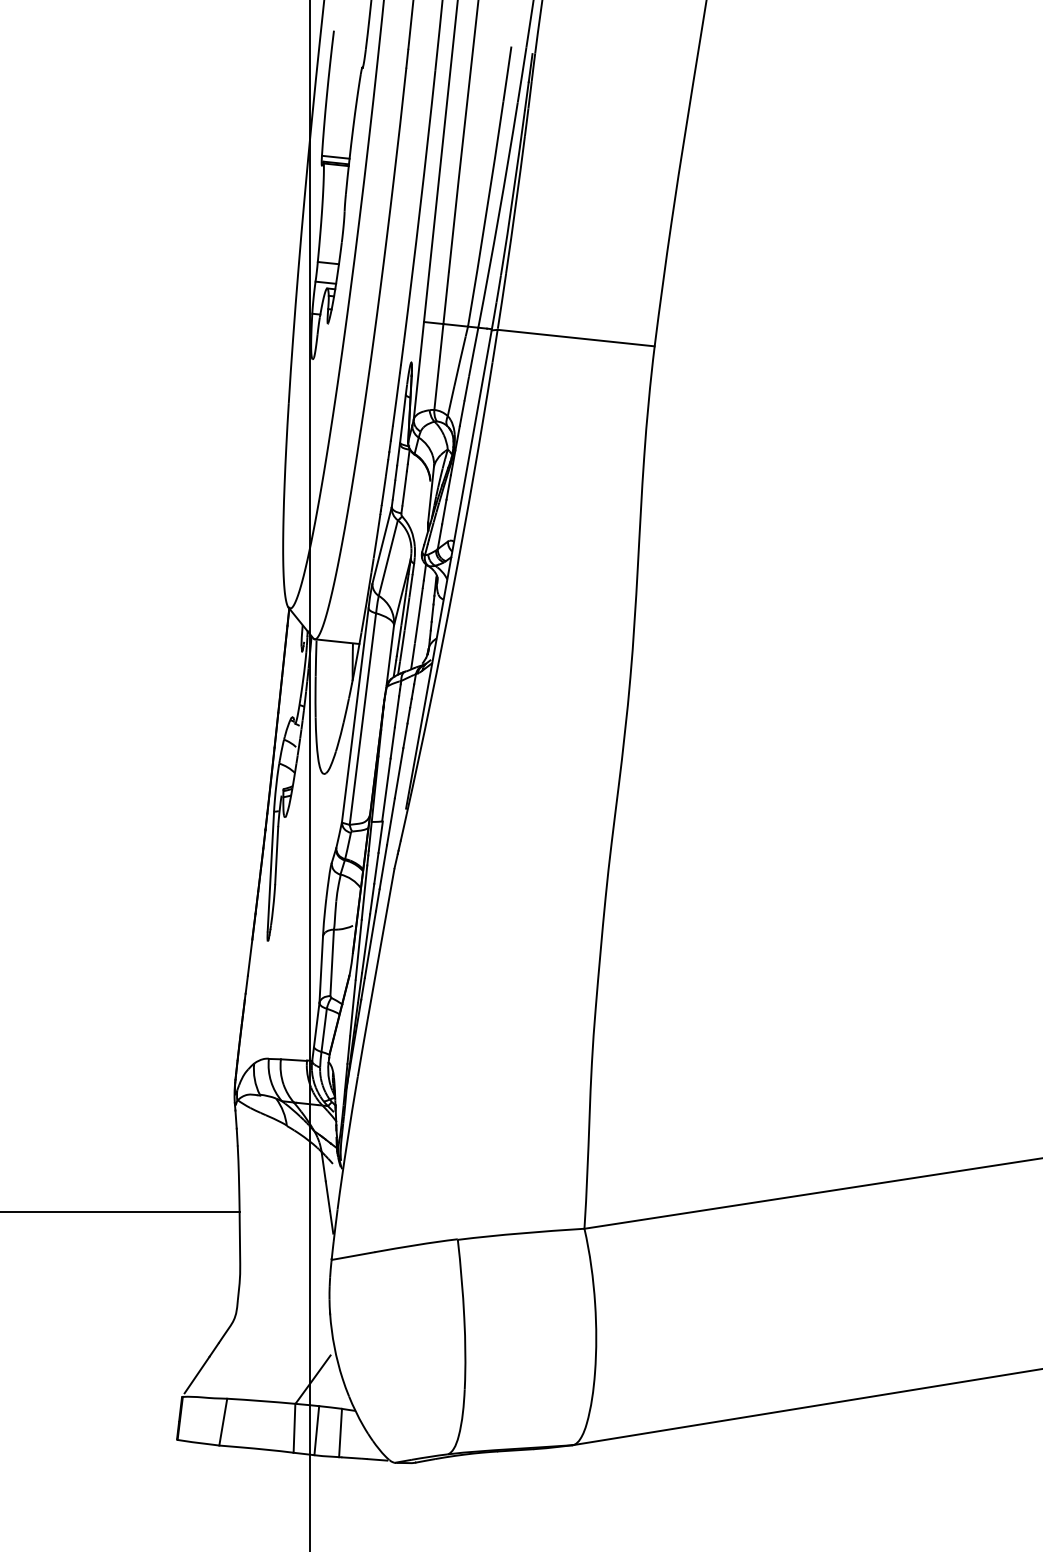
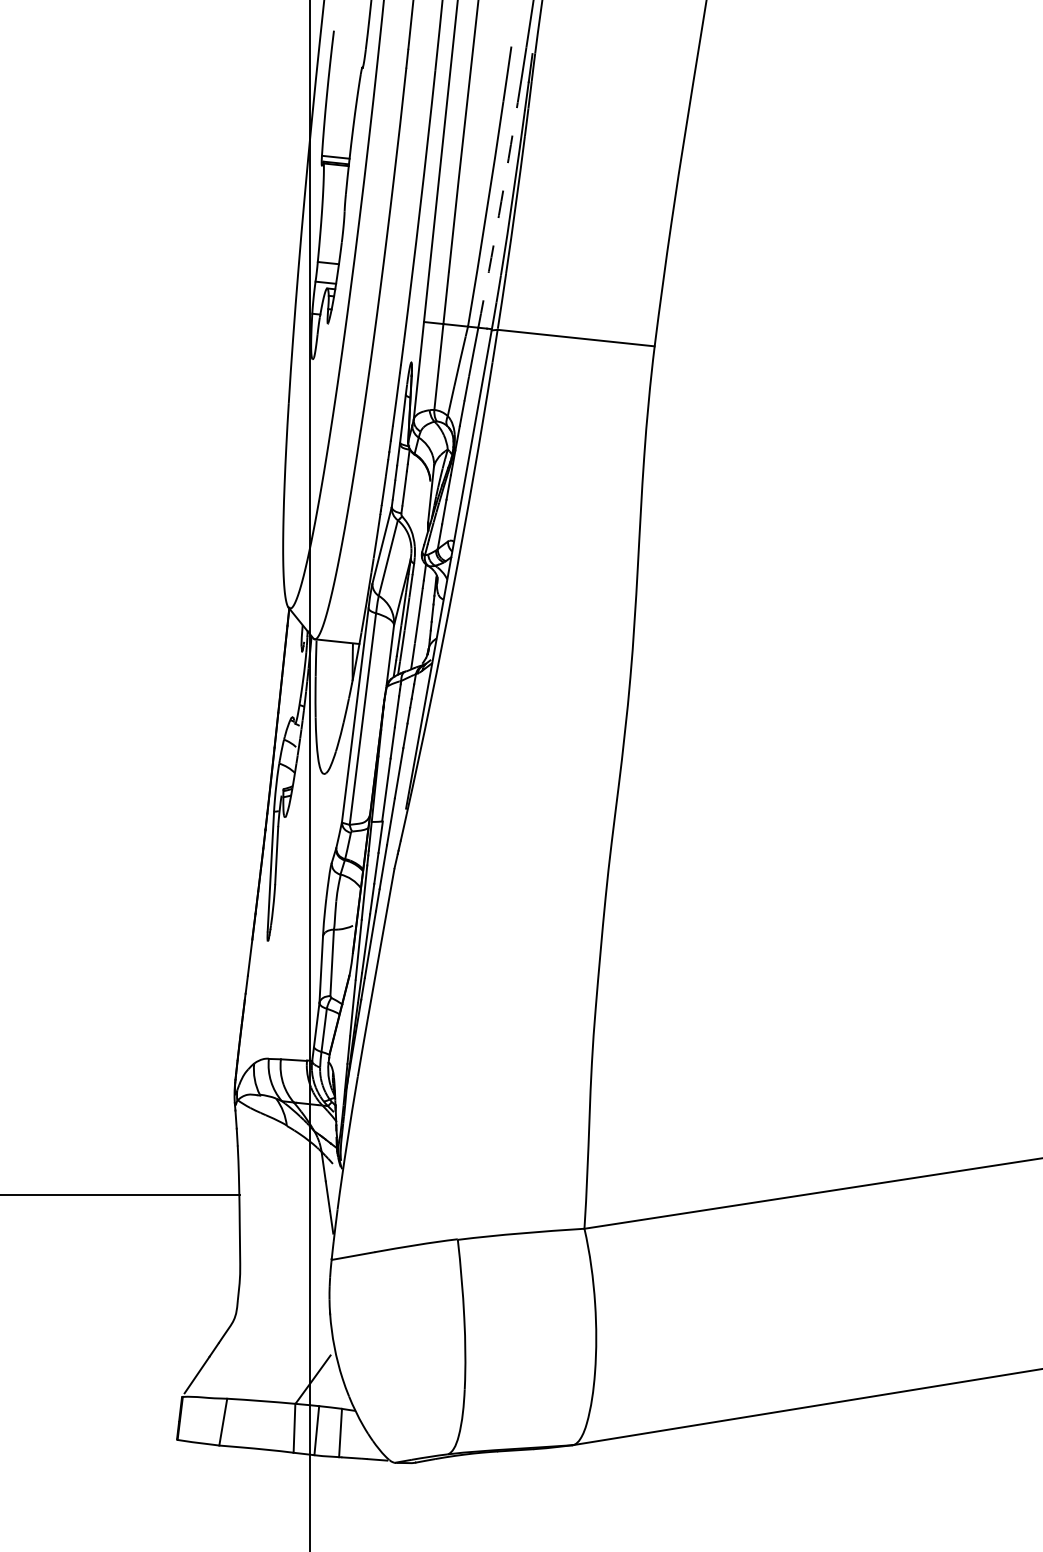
arc at (498, 215): solid -> dashed
line at (120, 1212) position: (120, 1212) -> (120, 1195)
